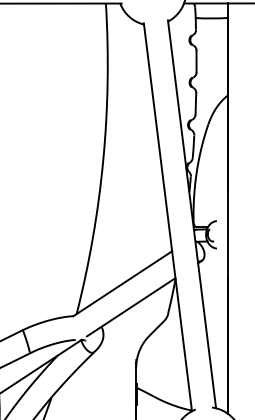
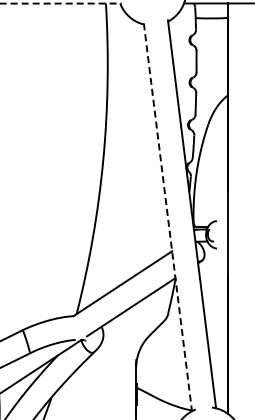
line at (60, 3): solid -> dashed
line at (167, 217): solid -> dashed
